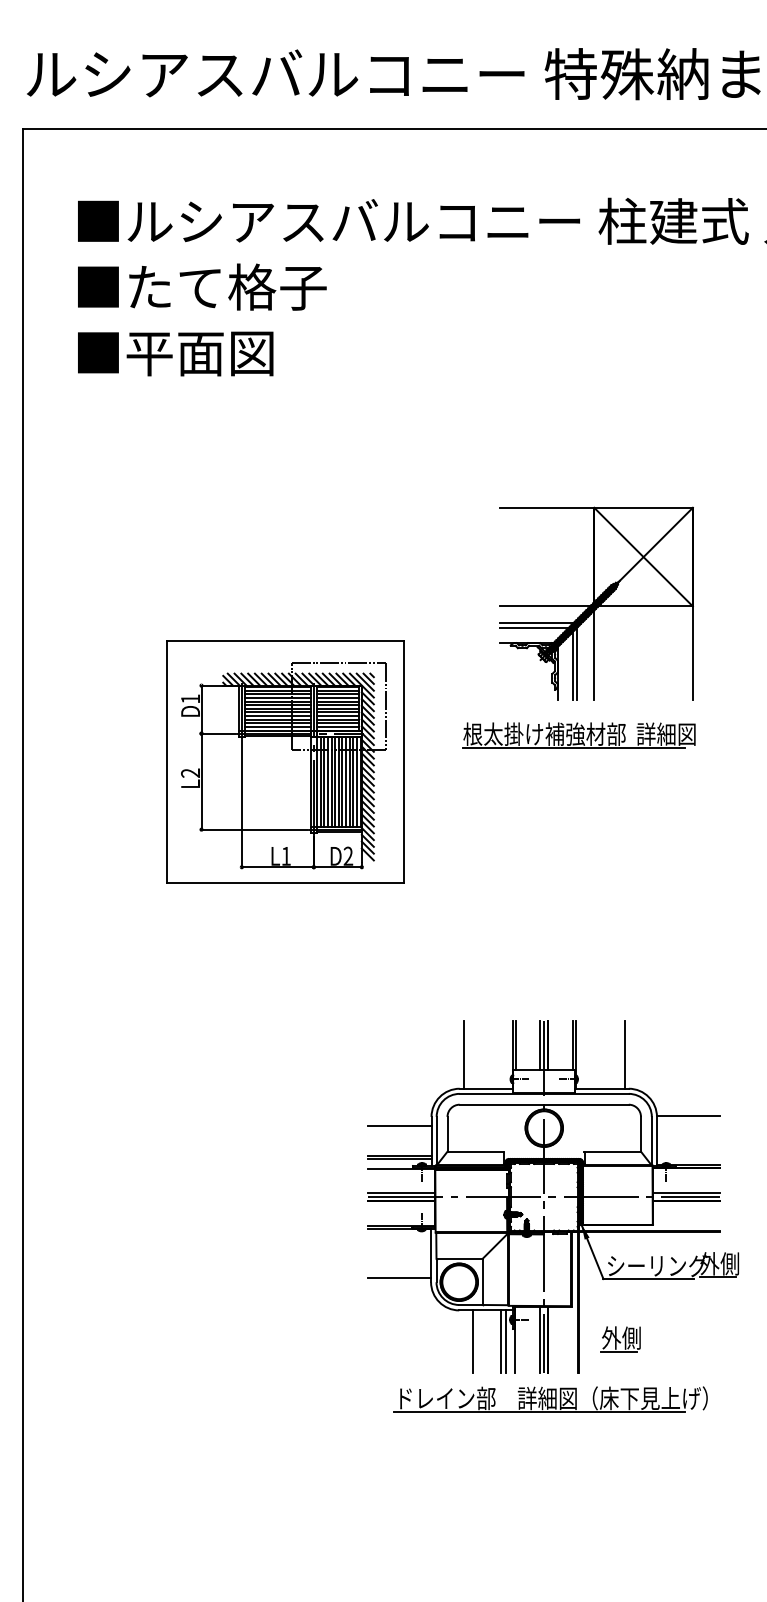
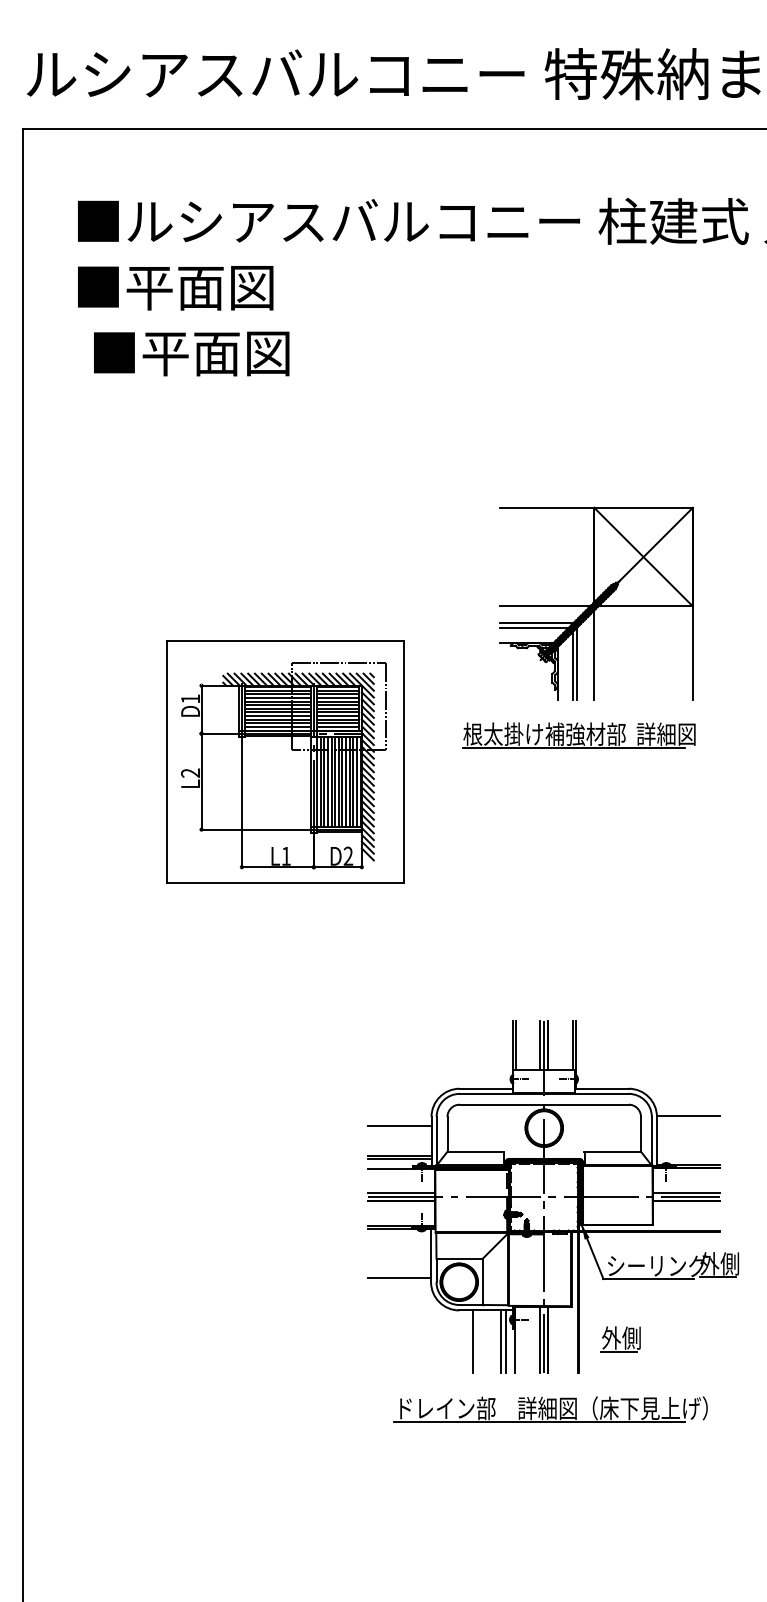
text at (226, 286): ■たて格子 -> ■平面図
text at (175, 353) position: (175, 353) -> (191, 353)
line at (463, 1054): present -> none
line at (624, 1054): present -> none
part at (550, 1399) position: (550, 1399) -> (550, 1409)
